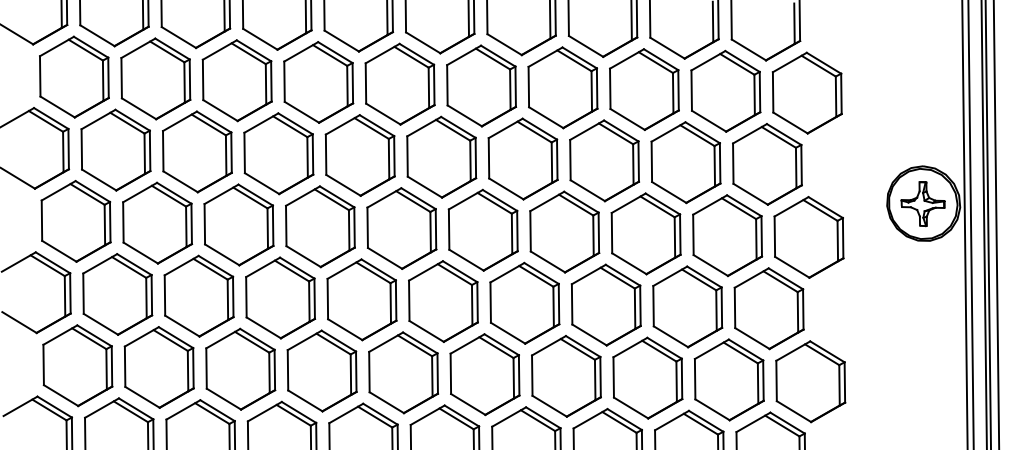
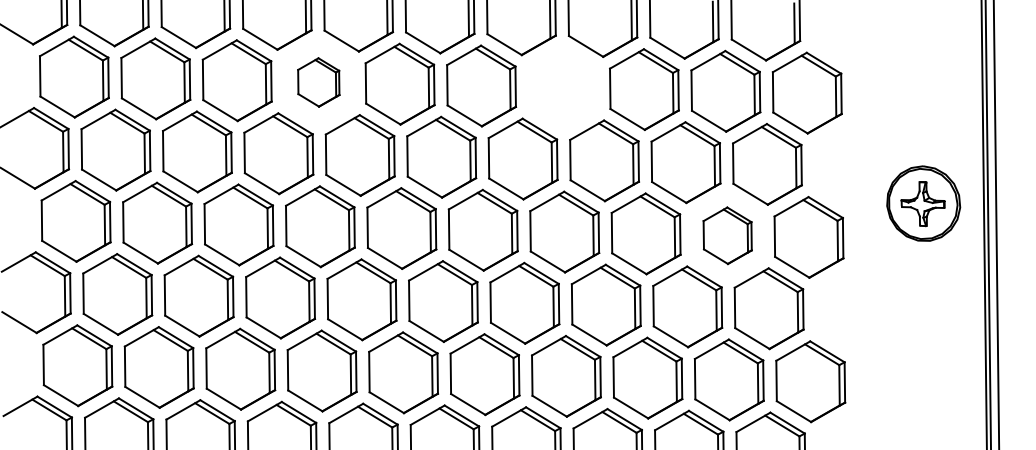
part at (318, 82) size: 72x83 px -> 44x51 px
part at (562, 87): present -> none
line at (964, 224): present -> none
line at (970, 224): present -> none
part at (727, 235) size: 72x84 px -> 51x60 px
